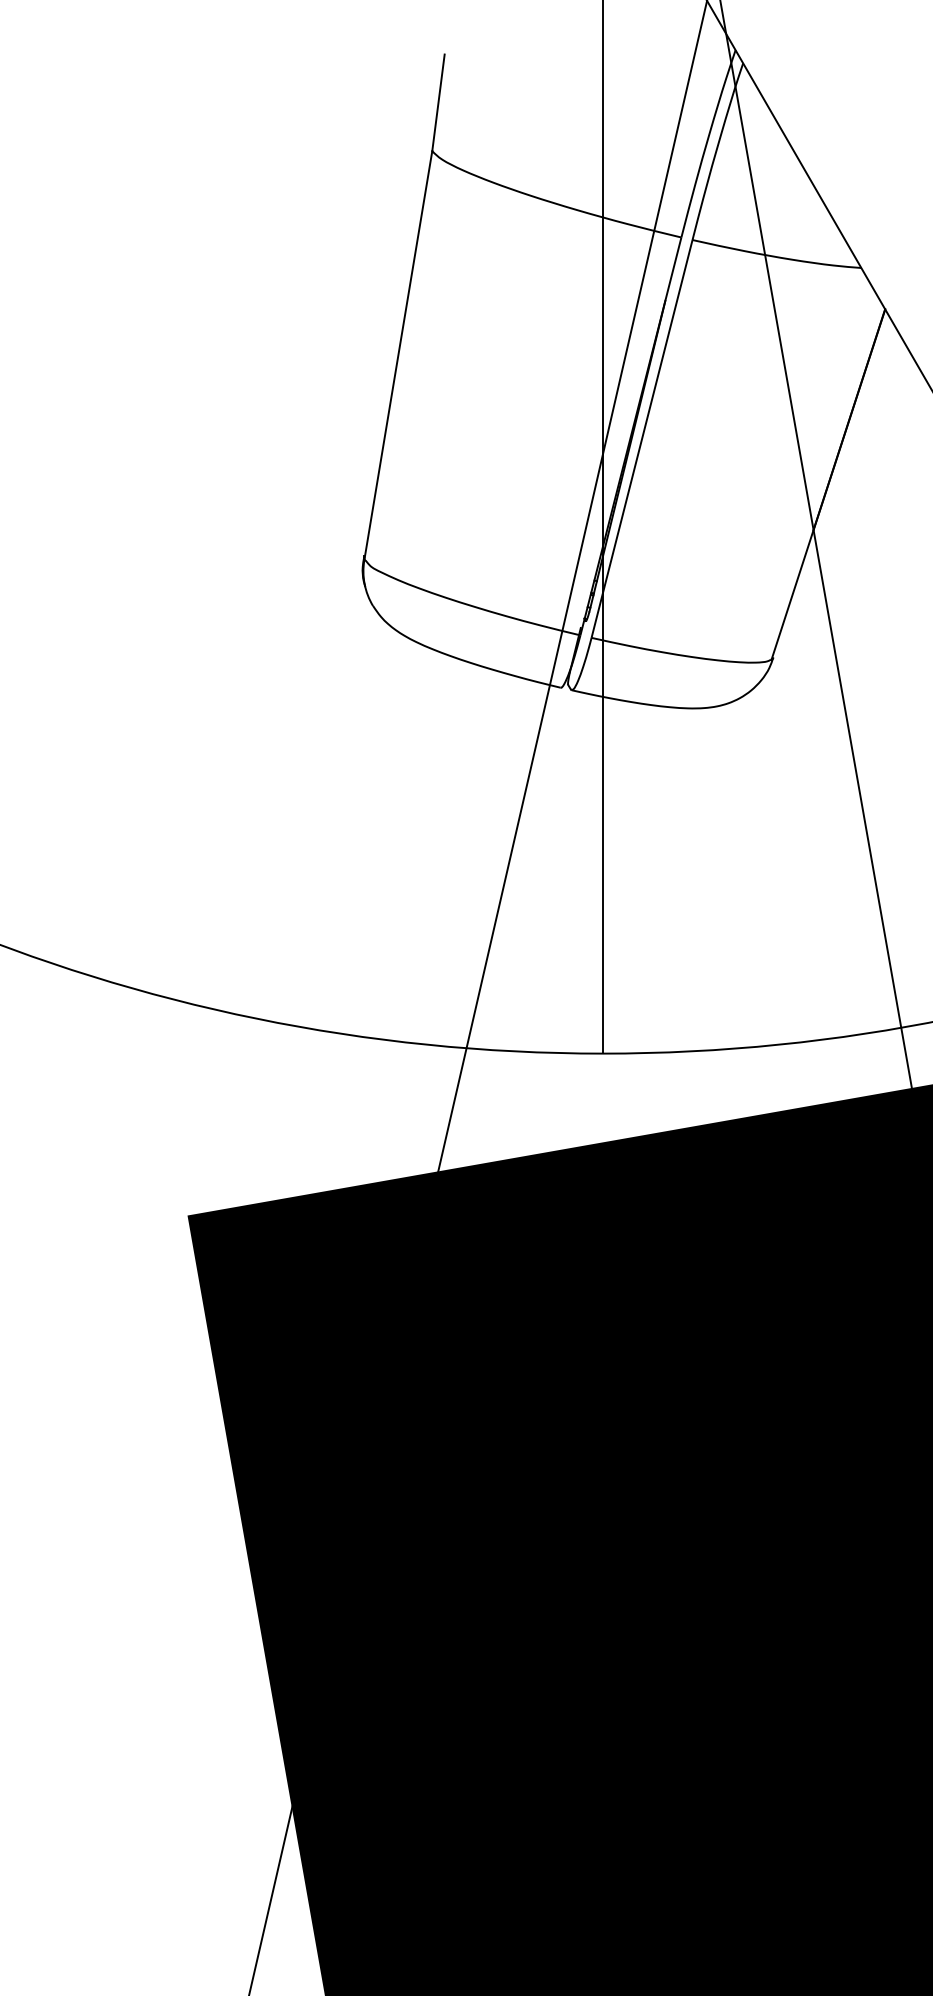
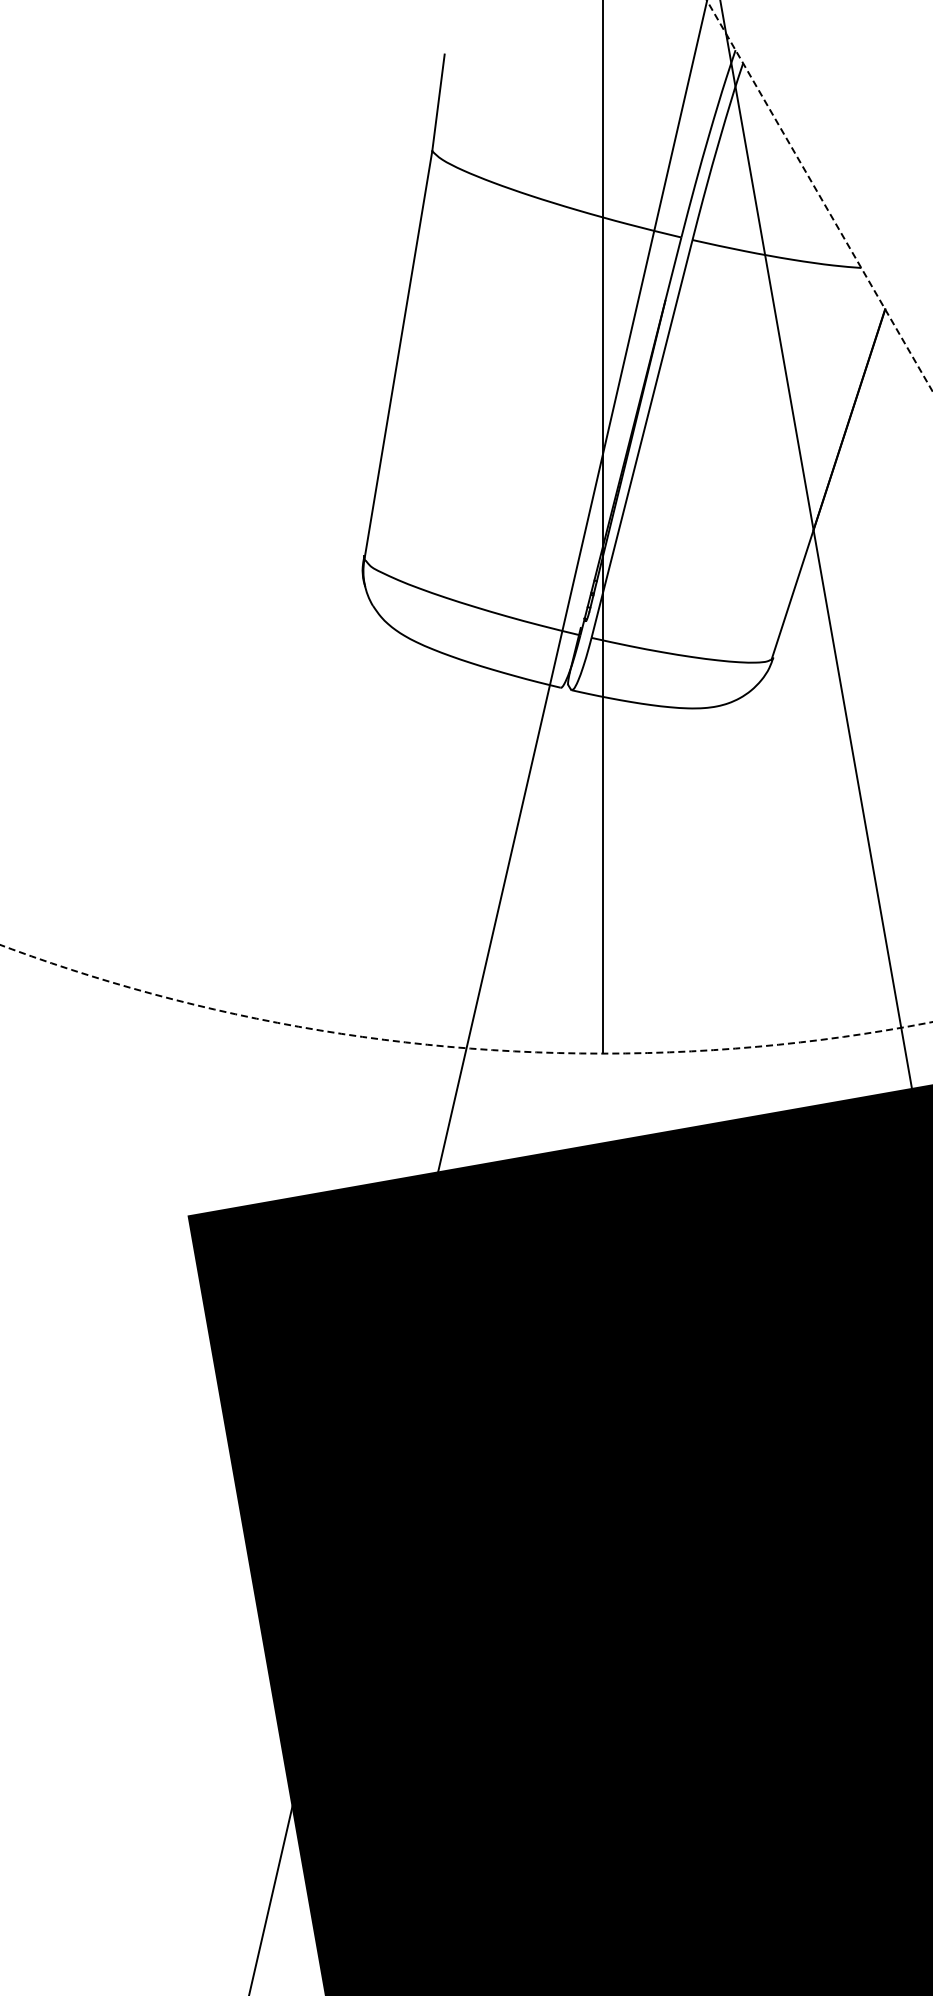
line at (819, 195): solid -> dashed
circle at (466, 998): solid -> dashed
